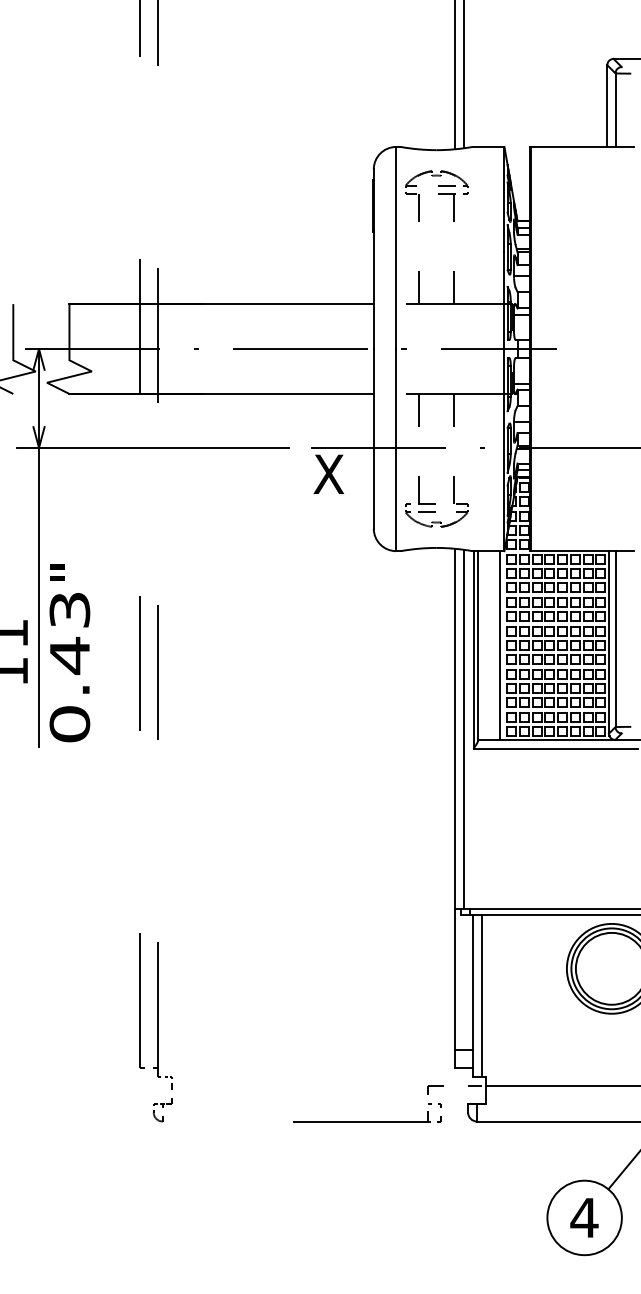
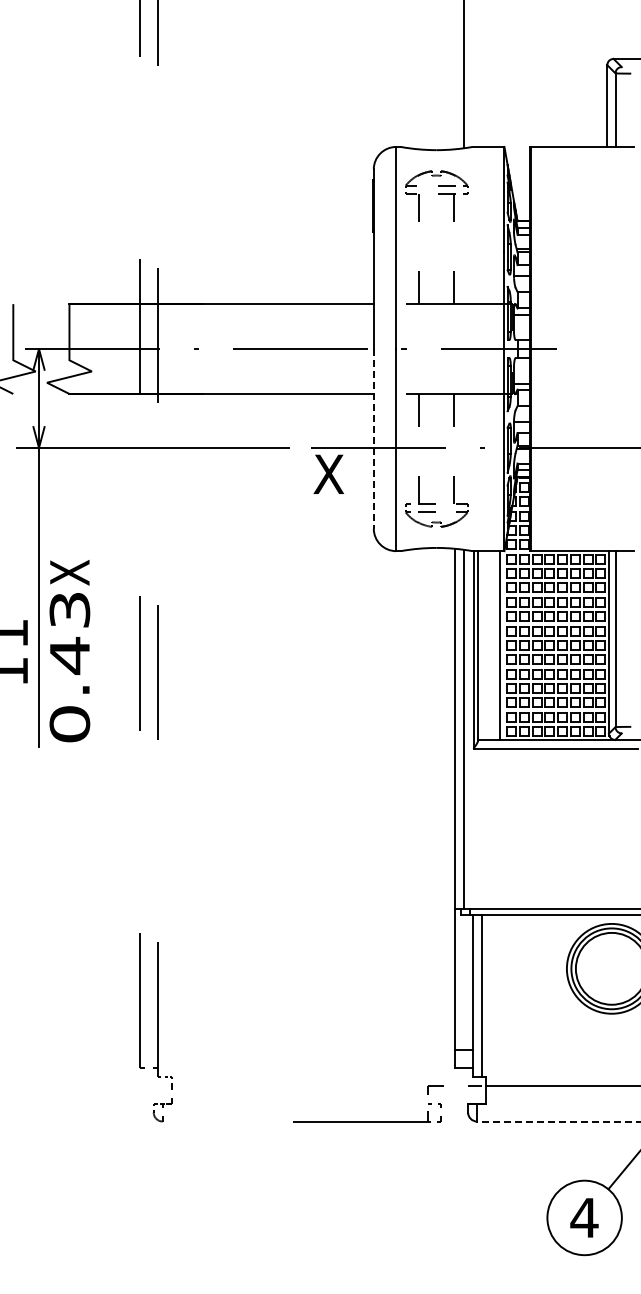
line at (454, 75): present -> none
line at (373, 438): solid -> dashed
text at (69, 572): " -> X
line at (558, 1121): solid -> dashed
